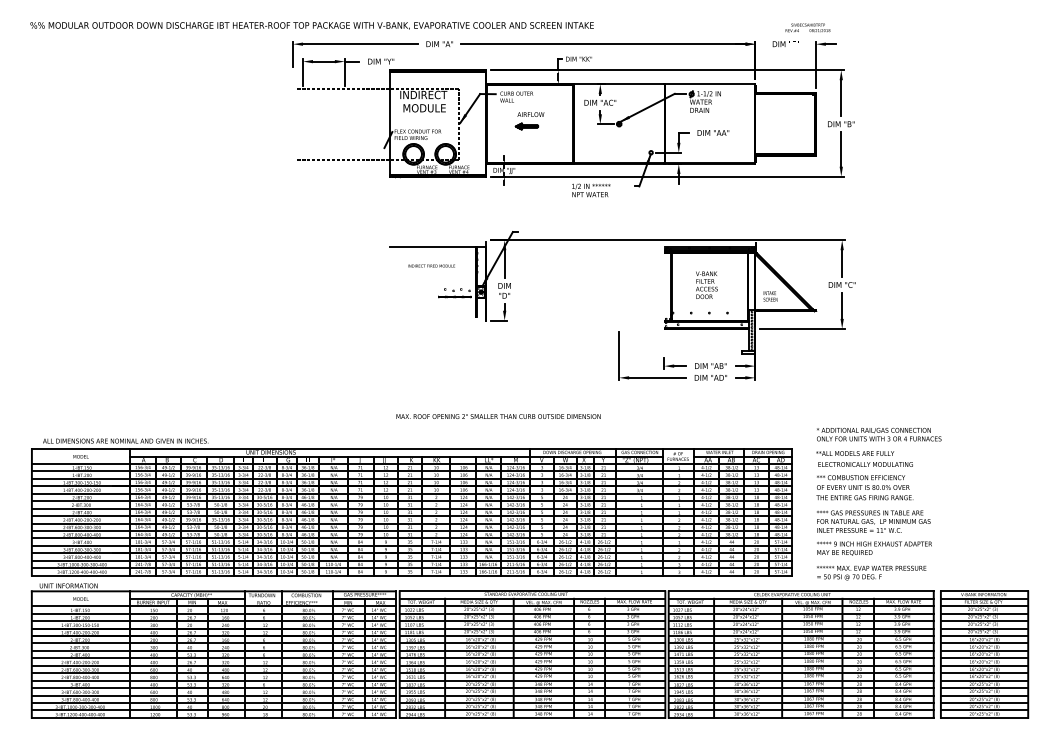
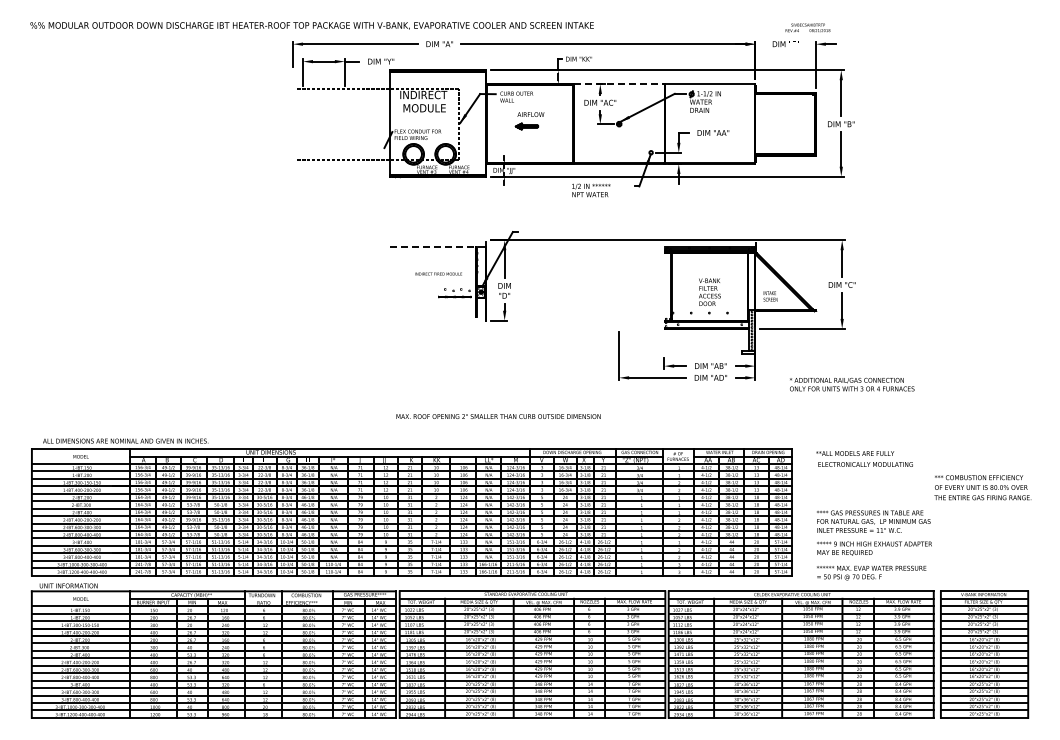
line at (619, 84): solid -> dashed
line at (438, 247): solid -> dashed
text at (431, 265) position: (431, 265) -> (438, 273)
text at (706, 284) position: (706, 284) -> (709, 291)
text at (879, 434) position: (879, 434) -> (852, 384)
text at (864, 487) position: (864, 487) -> (982, 487)
